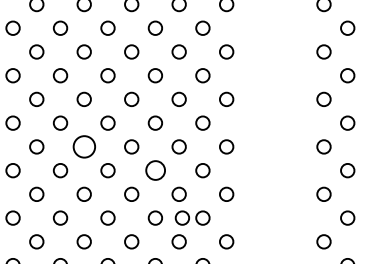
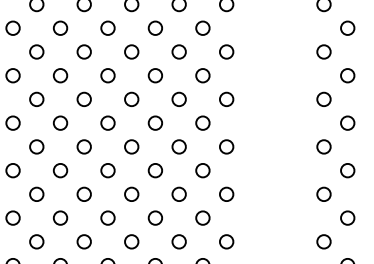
circle at (83, 146) size: 24x24 px -> 16x16 px
circle at (155, 170) size: 21x21 px -> 16x16 px
circle at (181, 217): present -> none
